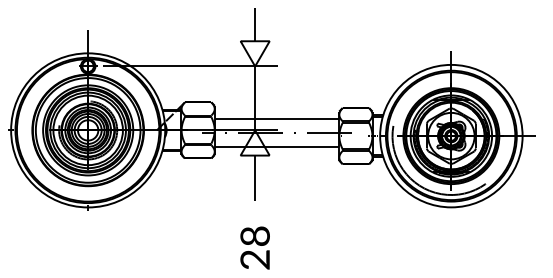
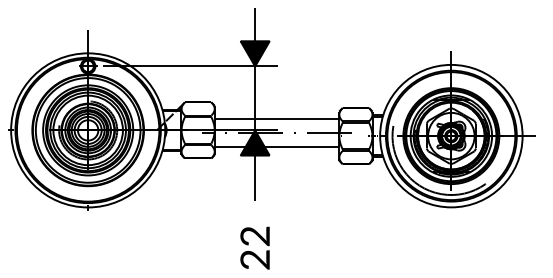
fill at (254, 53): none -> present
fill at (254, 142): none -> present
text at (255, 236): 28 -> 22
